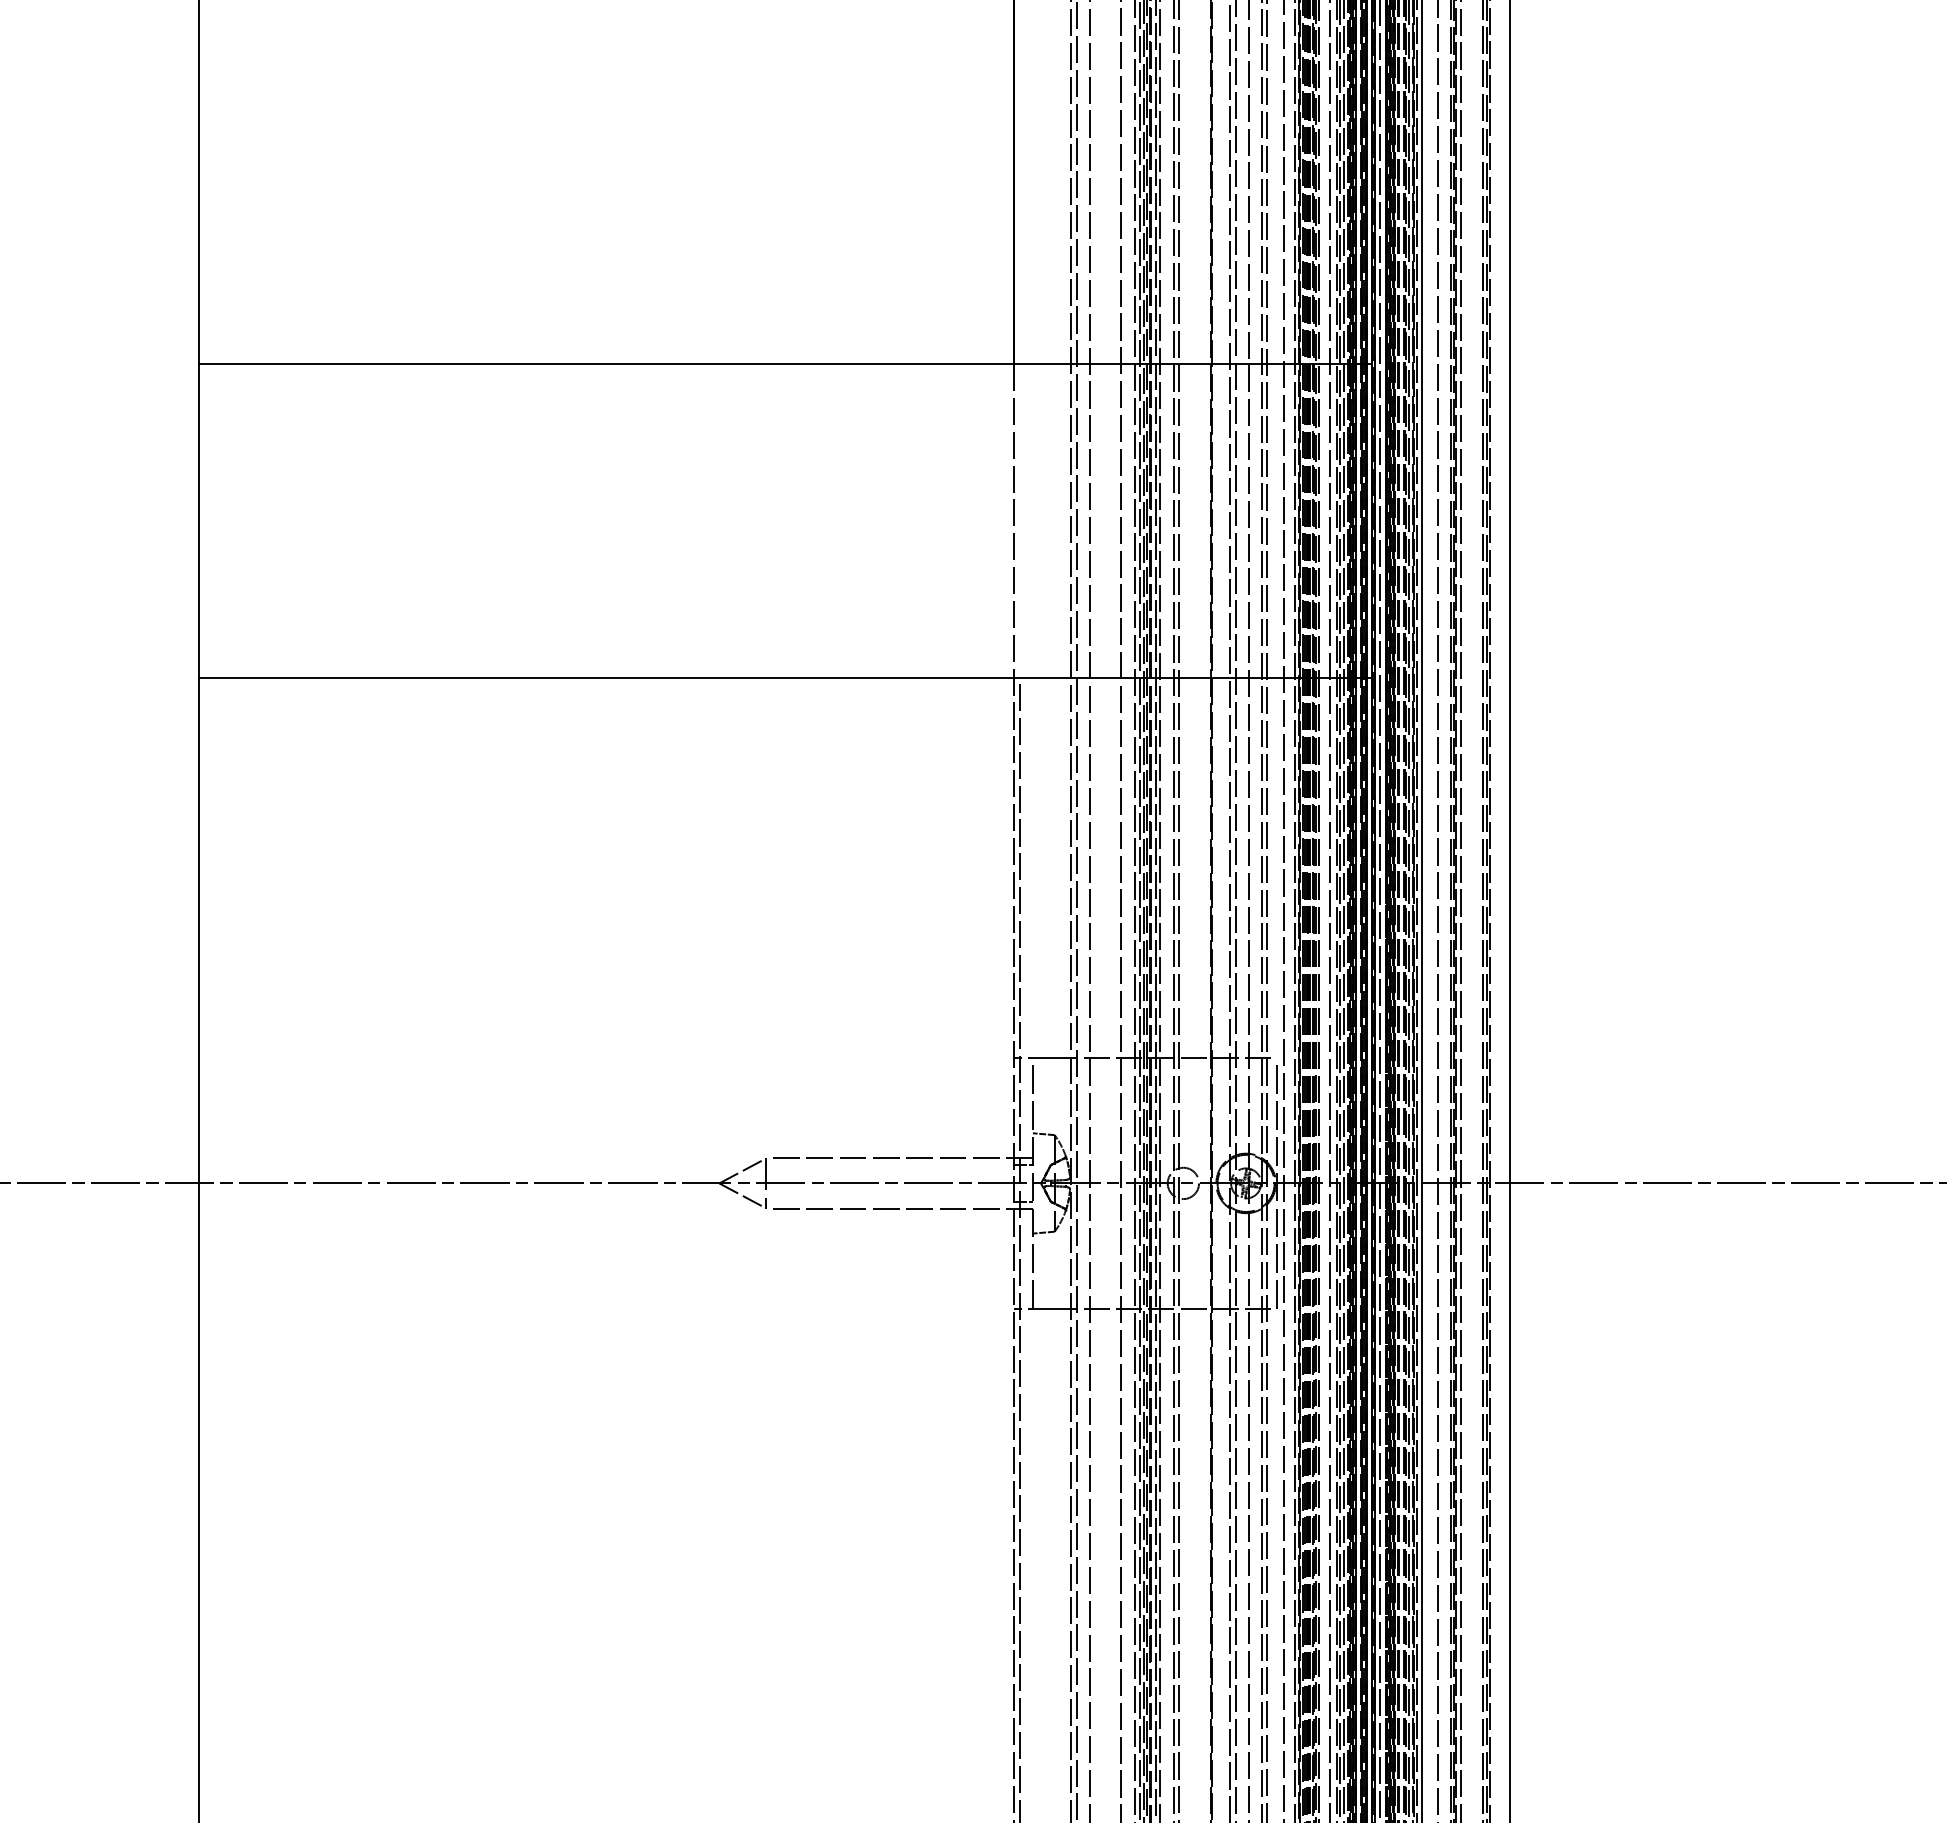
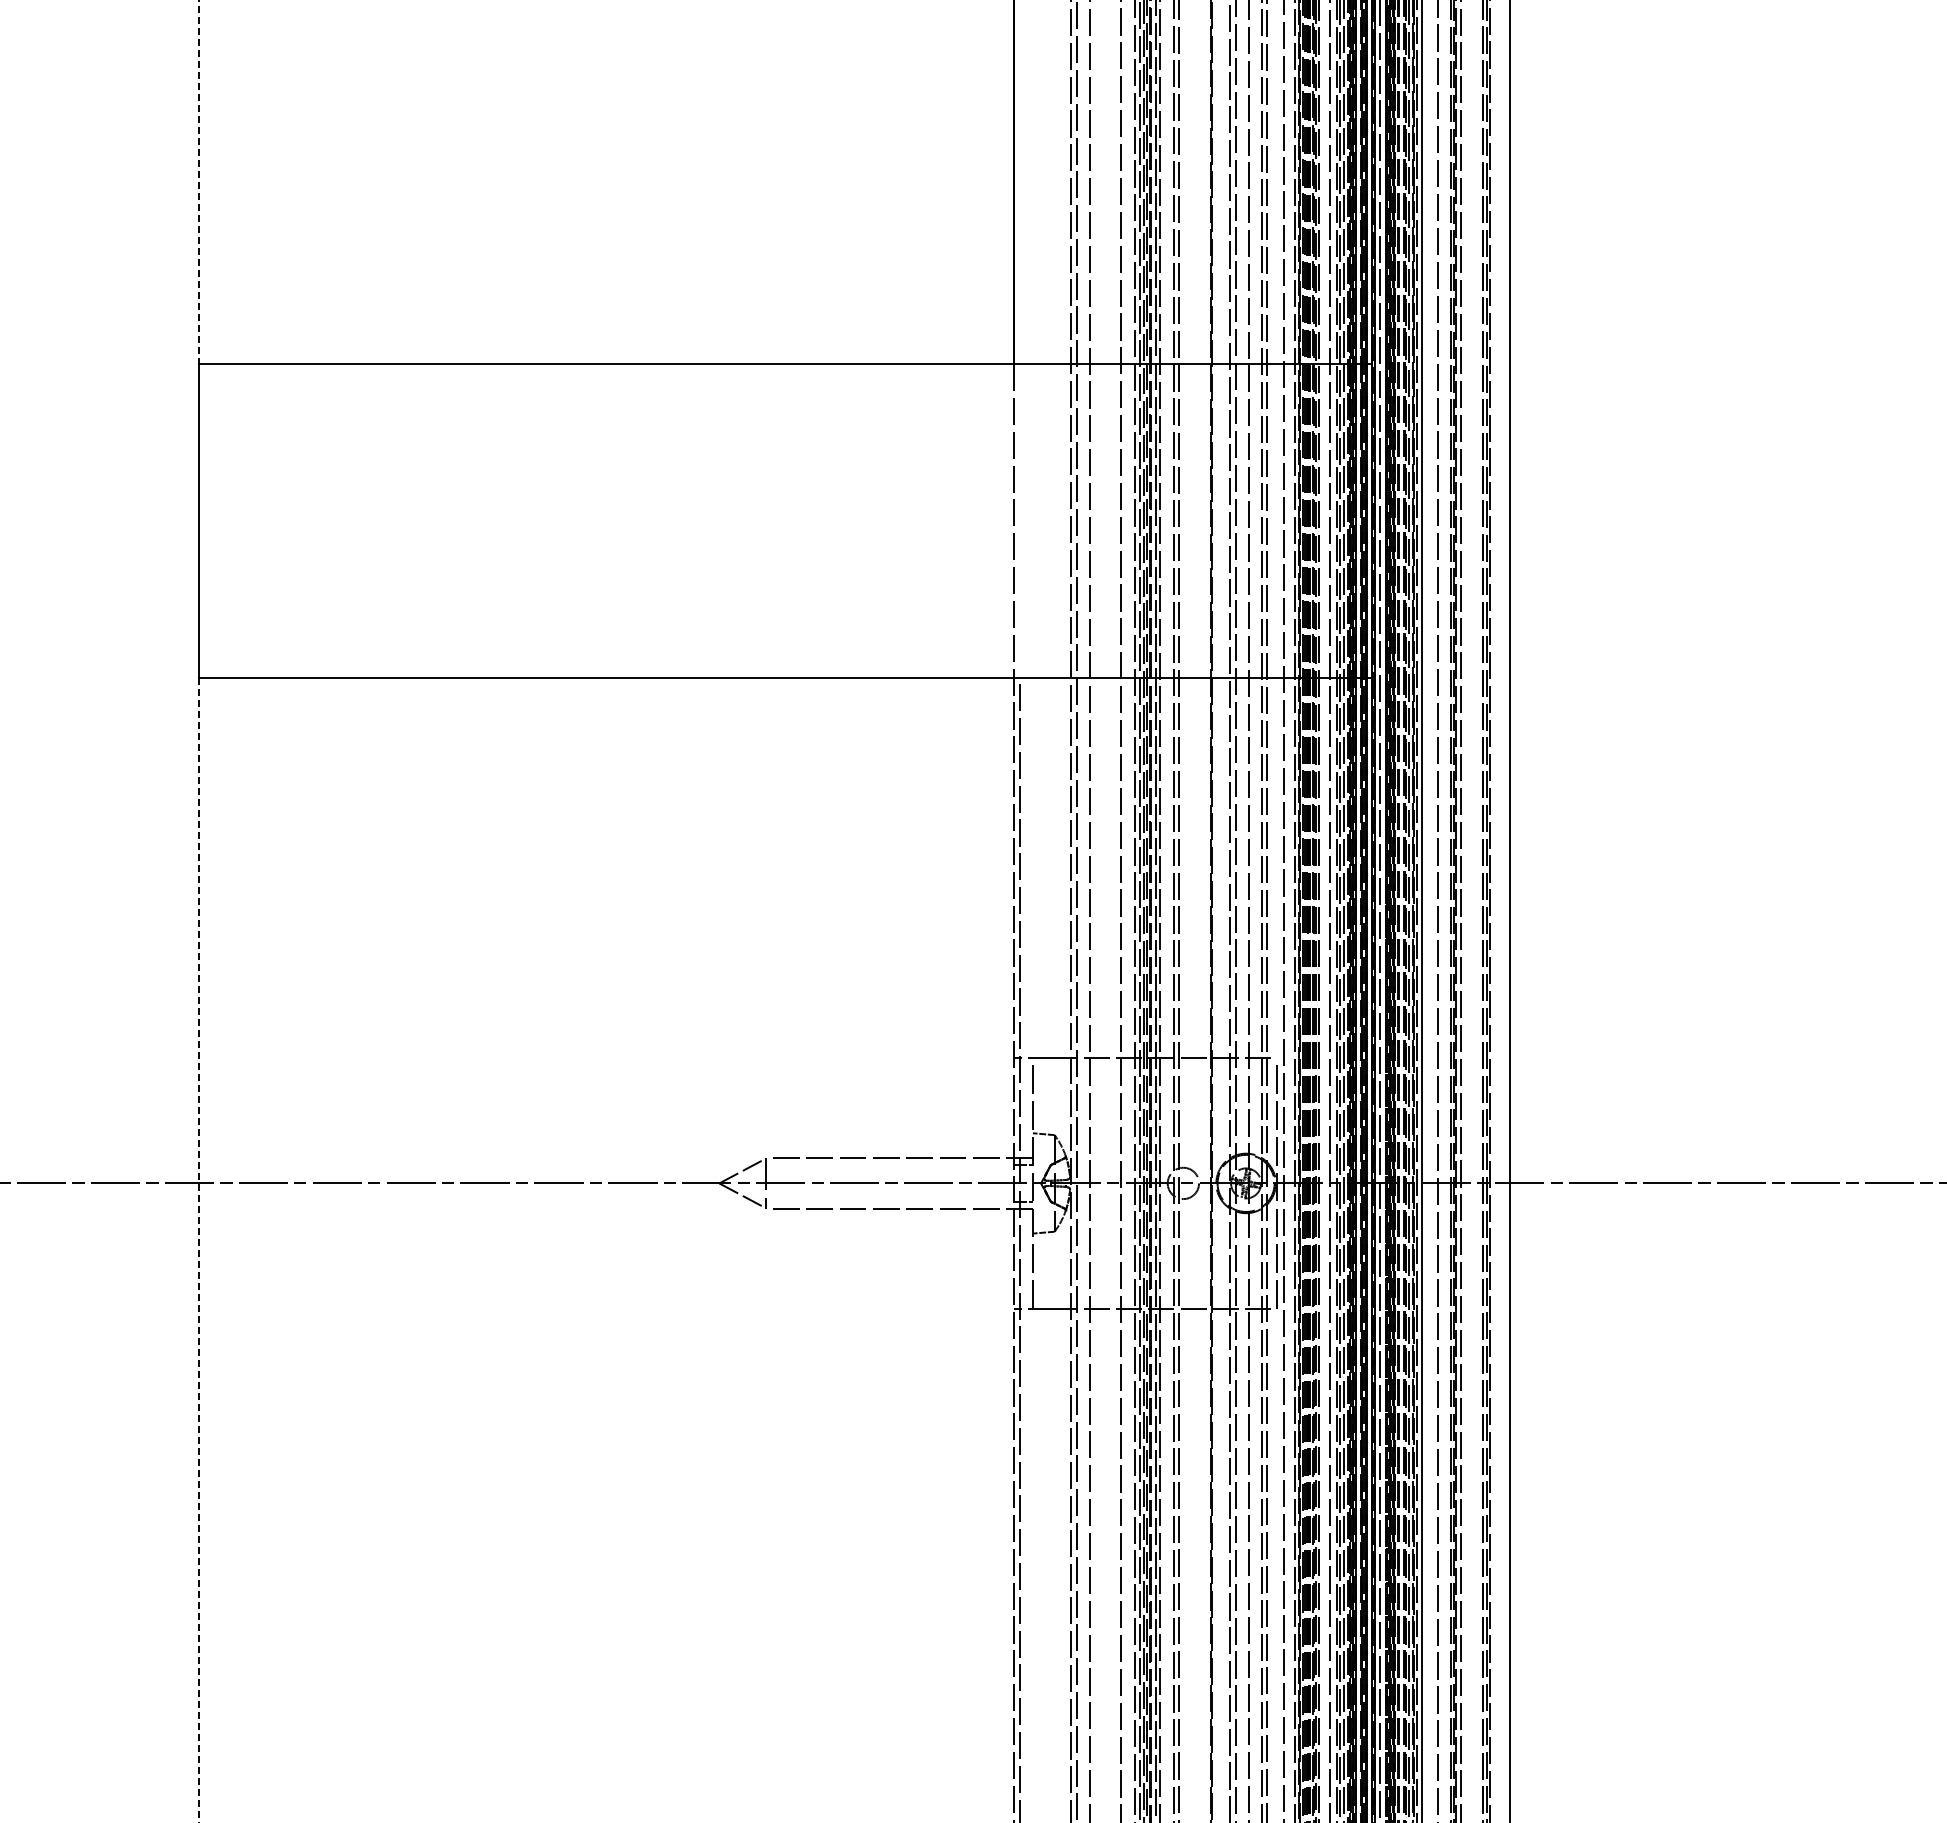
line at (198, 182): solid -> dashed
line at (198, 1250): solid -> dashed
